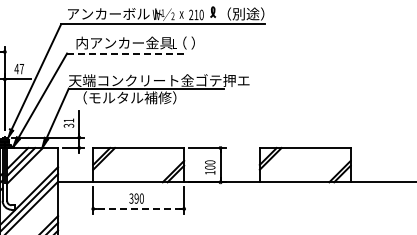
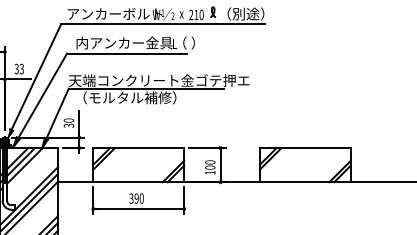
line at (127, 53): dashed -> solid
text at (19, 68): 47 -> 33
text at (68, 120): 31 -> 30
line at (138, 208): dashed -> solid
